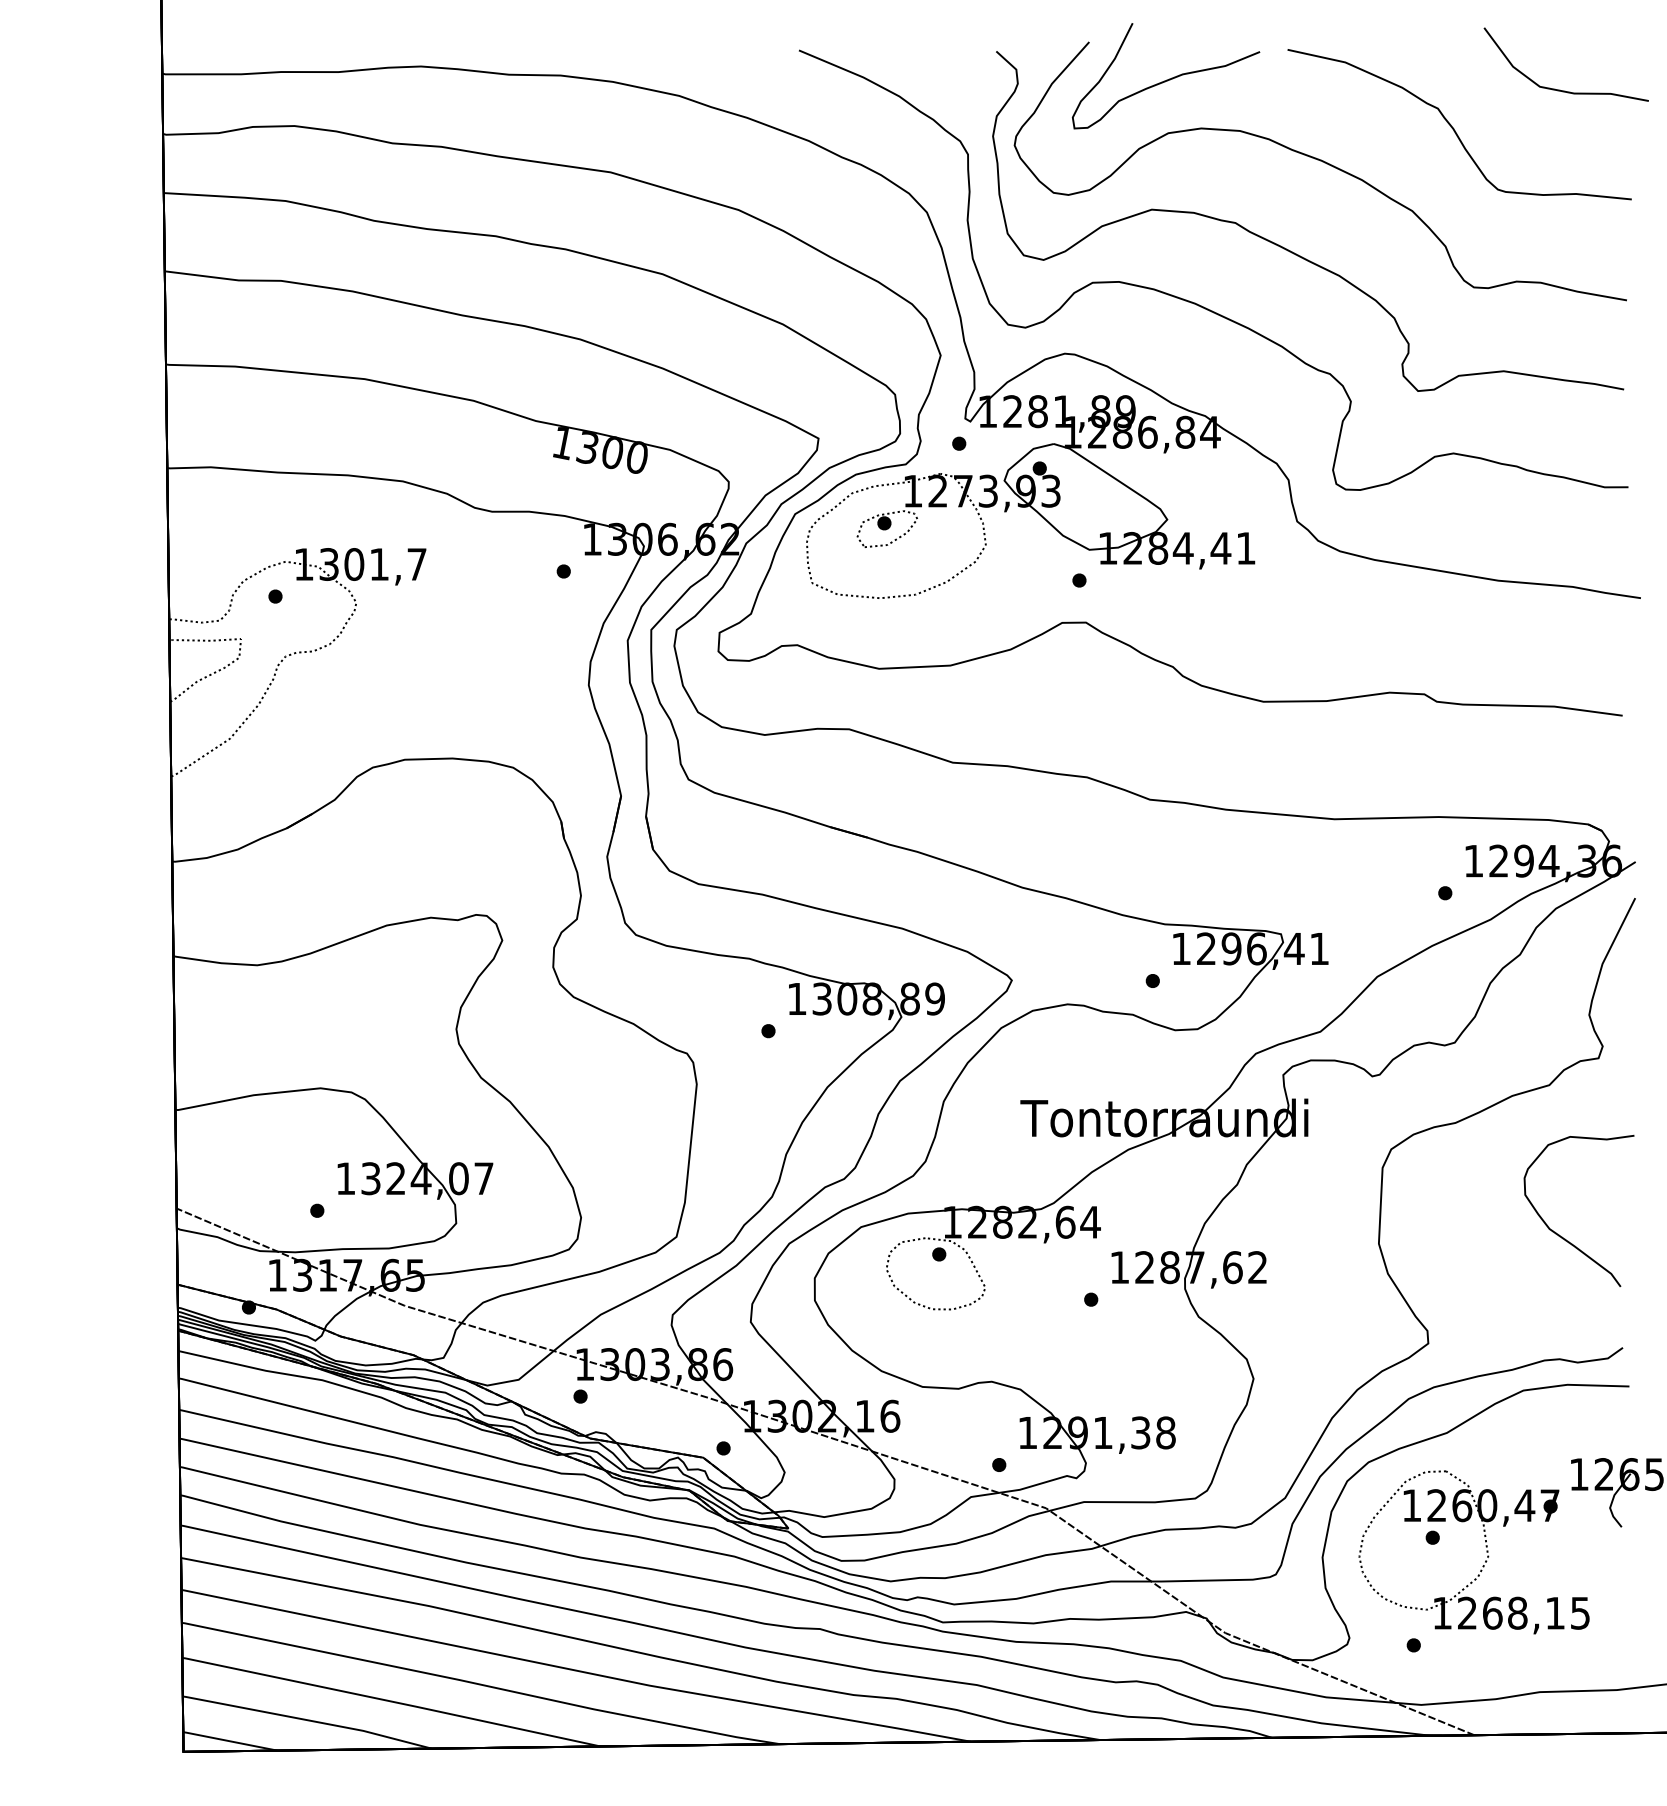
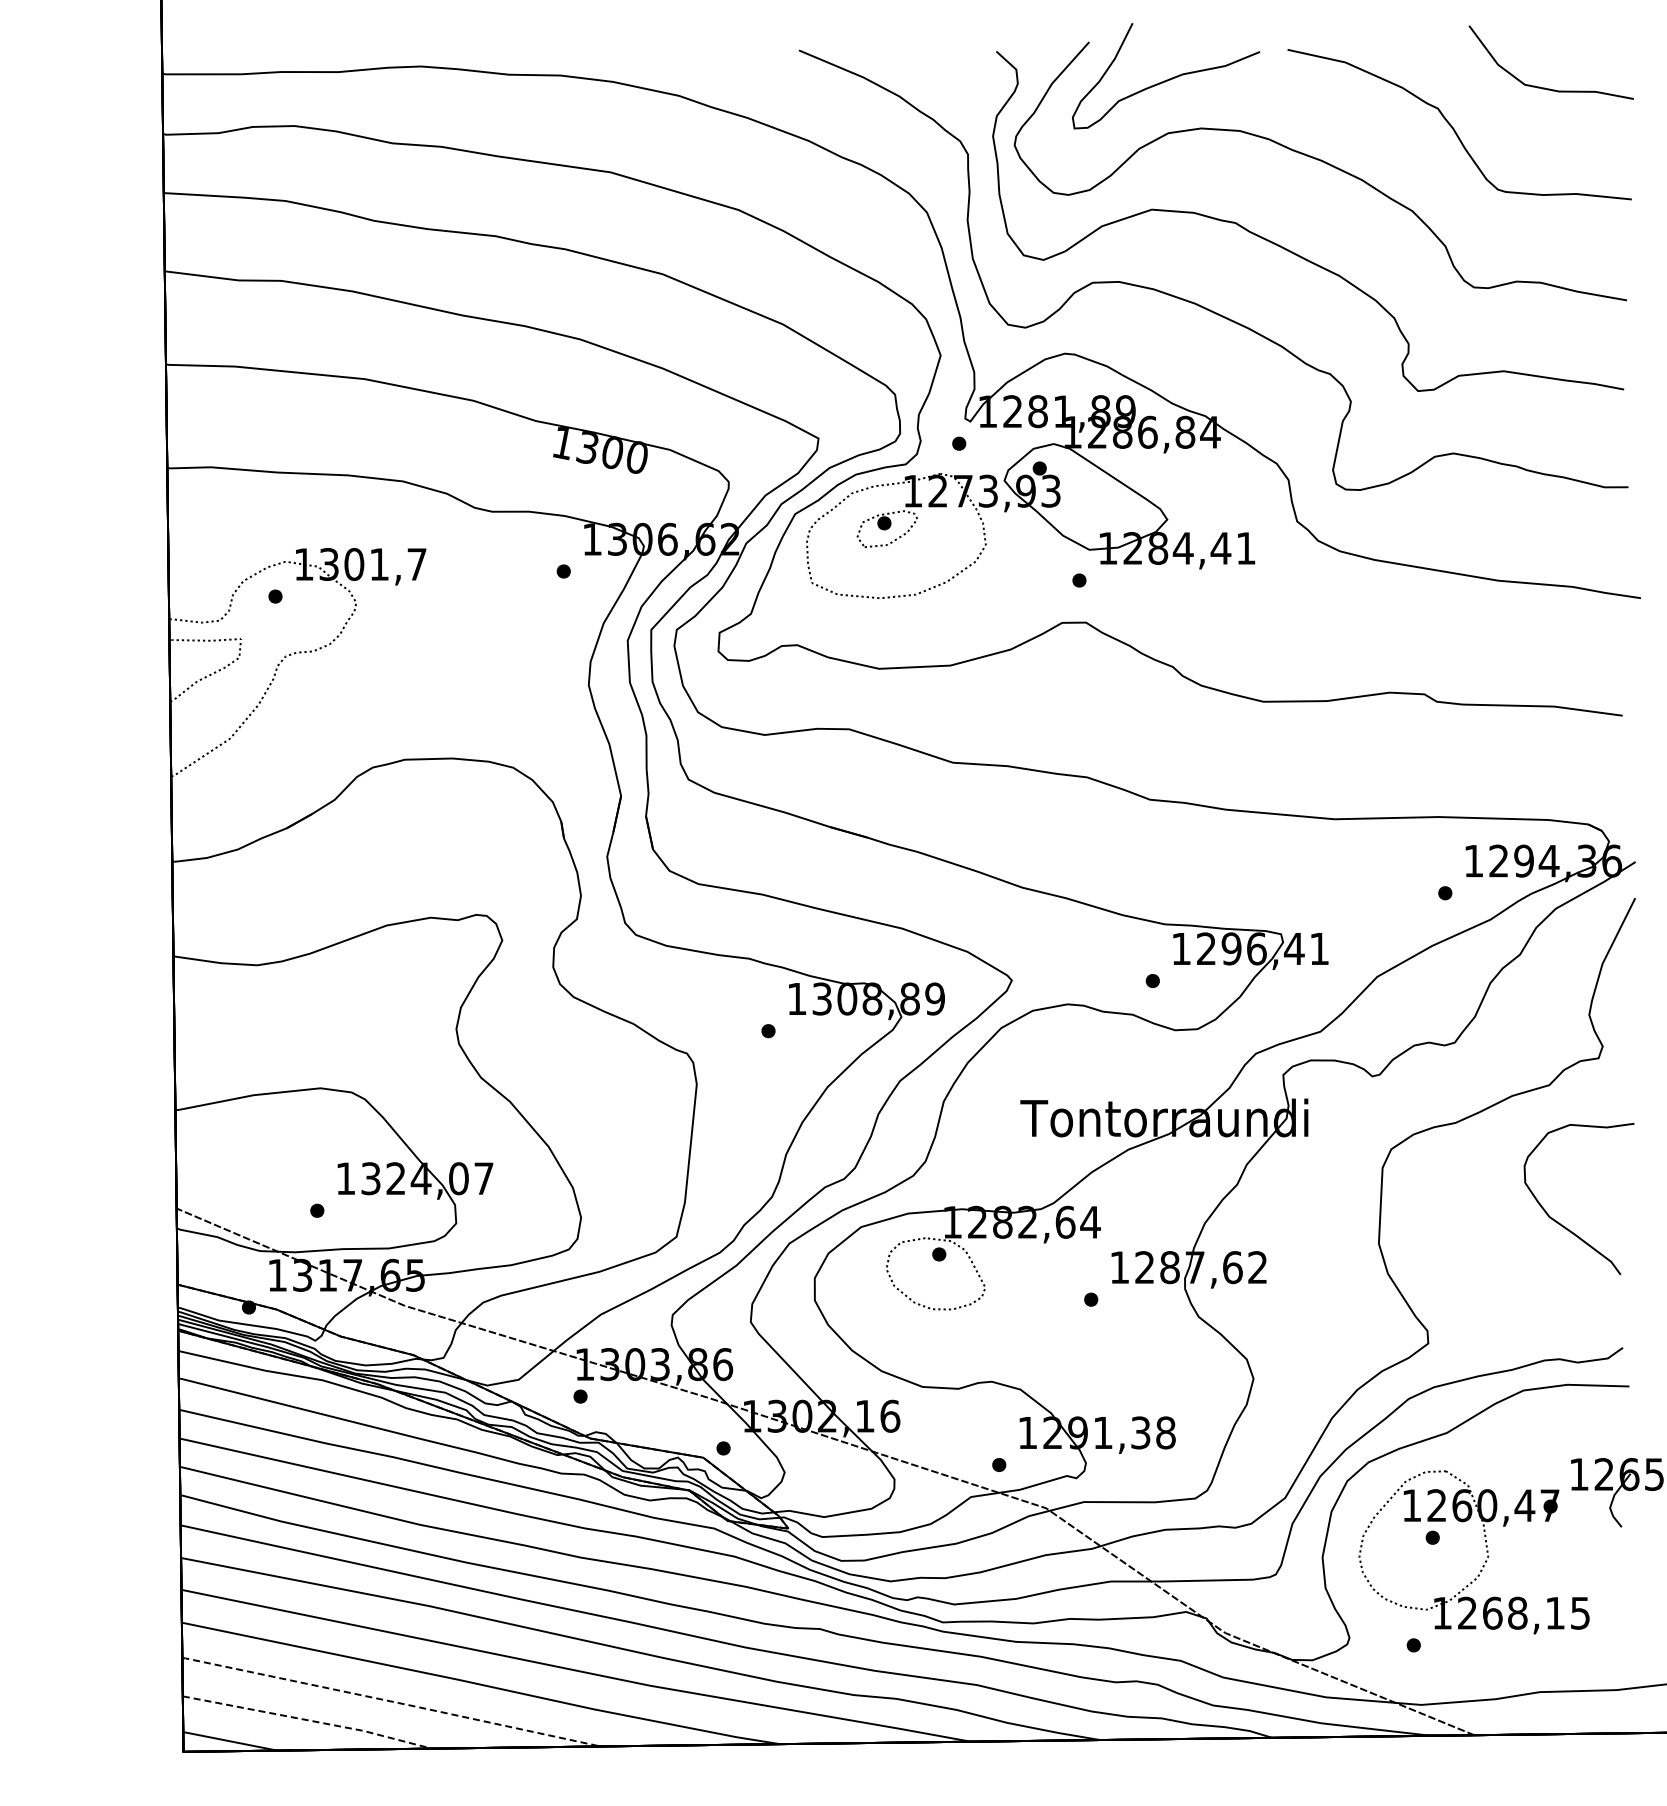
curve at (1560, 89) position: (1560, 89) -> (1545, 87)
curve at (1562, 1236) position: (1562, 1236) -> (1562, 1224)
line at (391, 1701): solid -> dashed
line at (307, 1720): solid -> dashed
